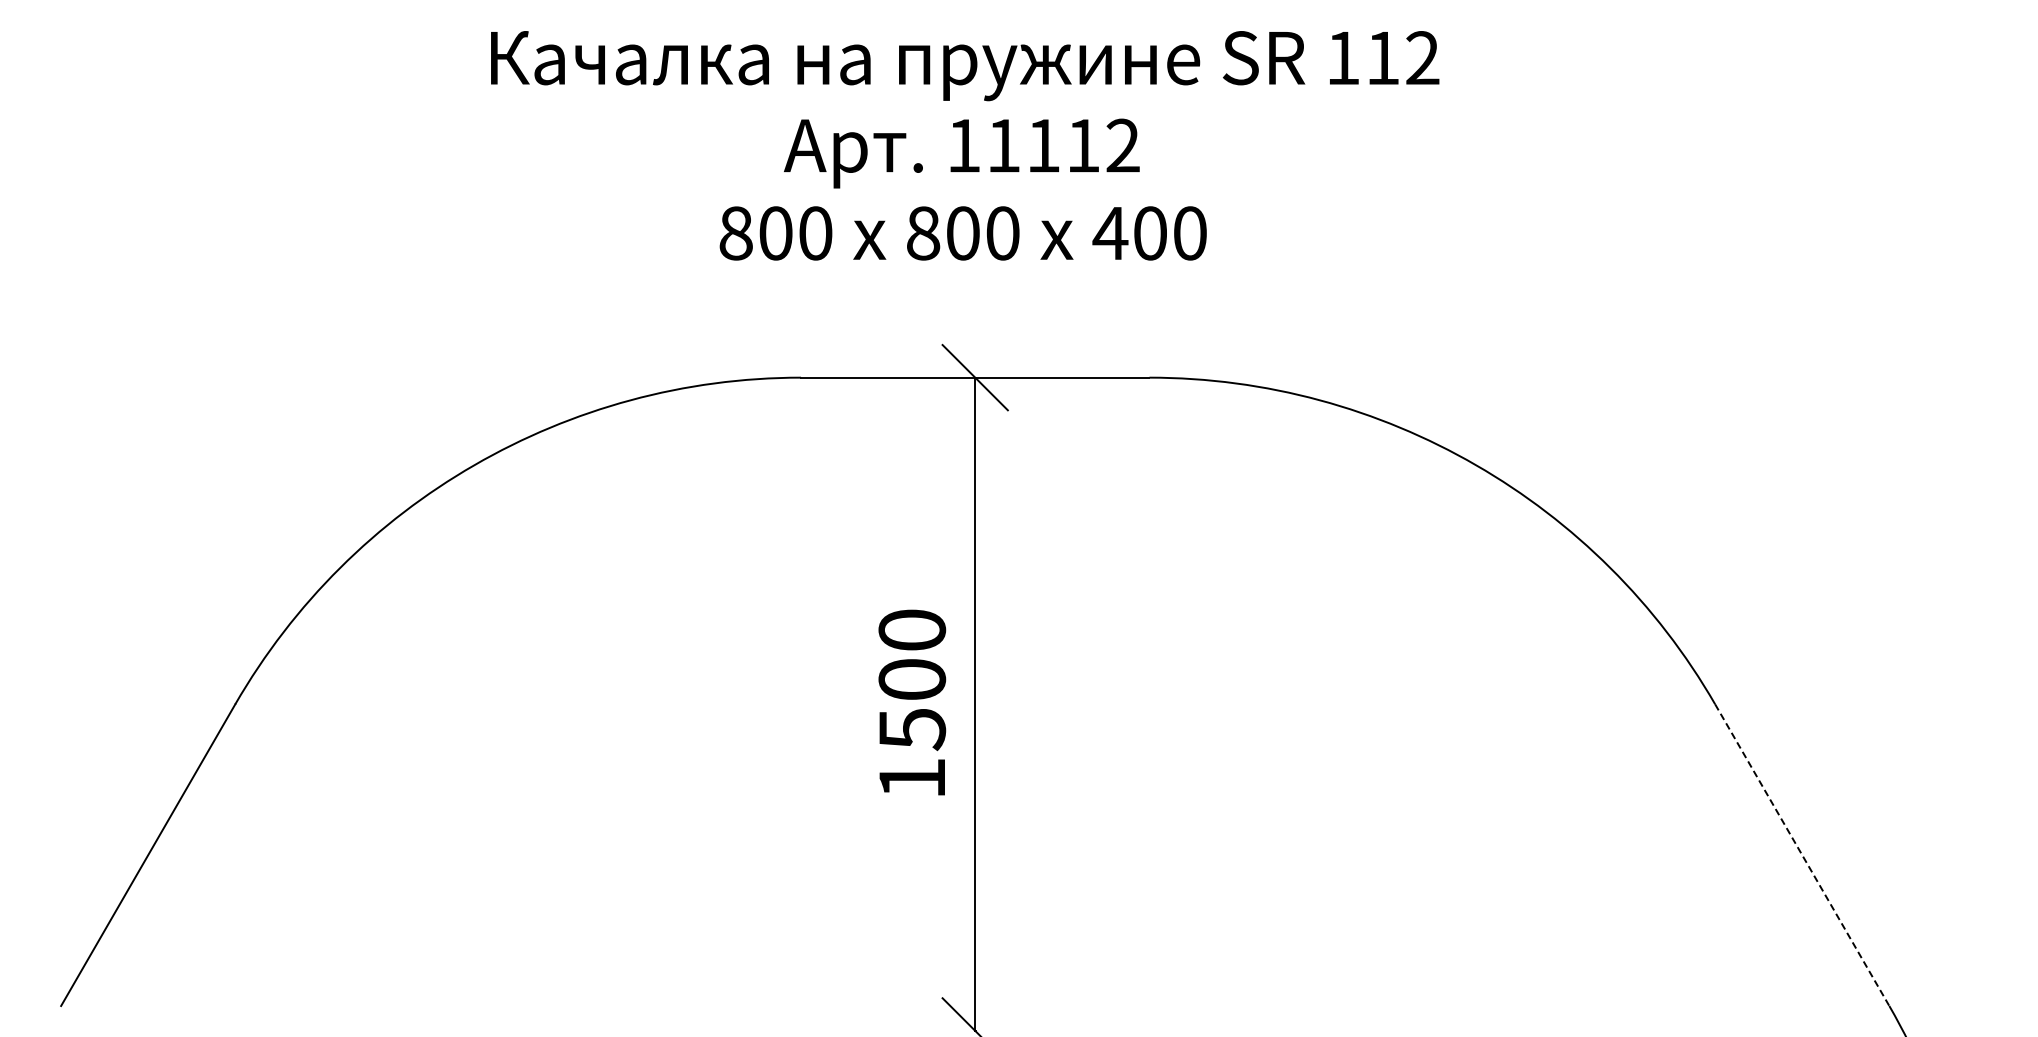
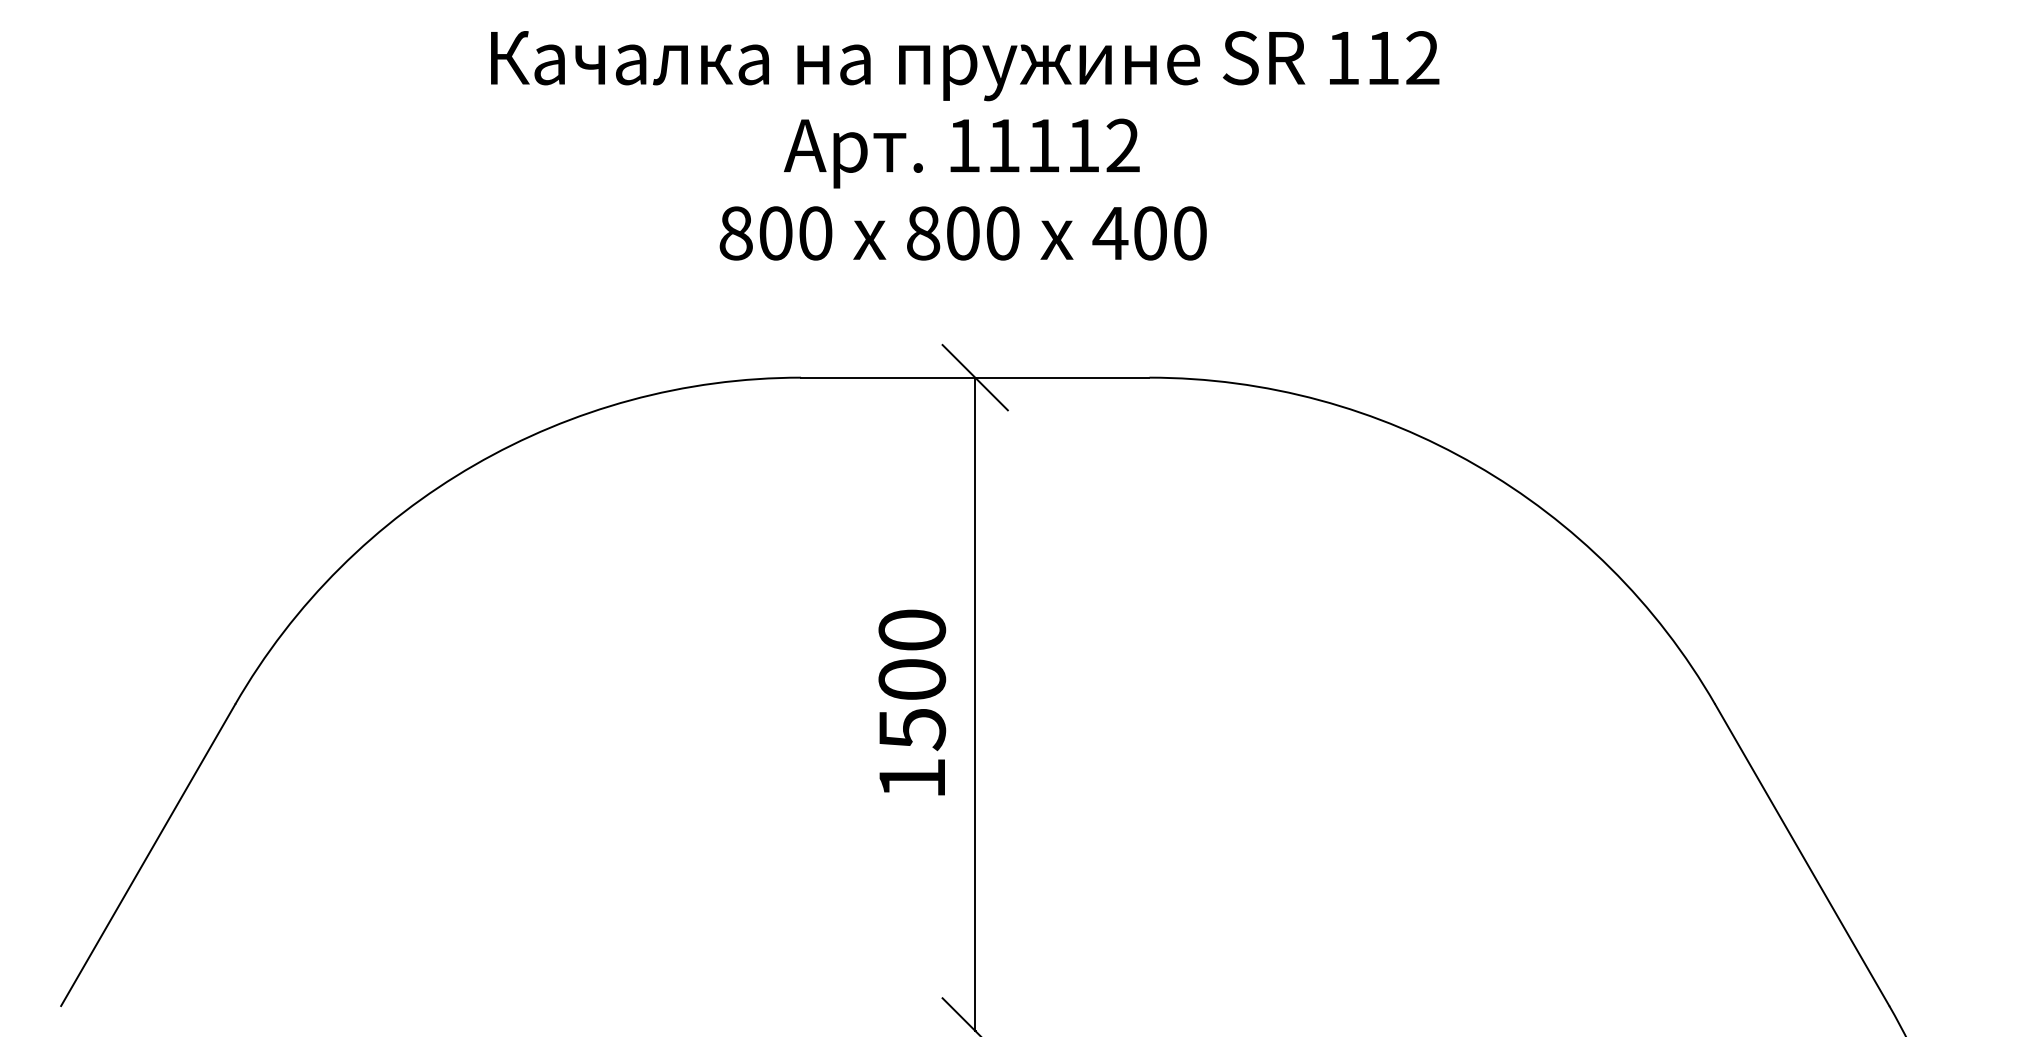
line at (1802, 855): dashed -> solid
